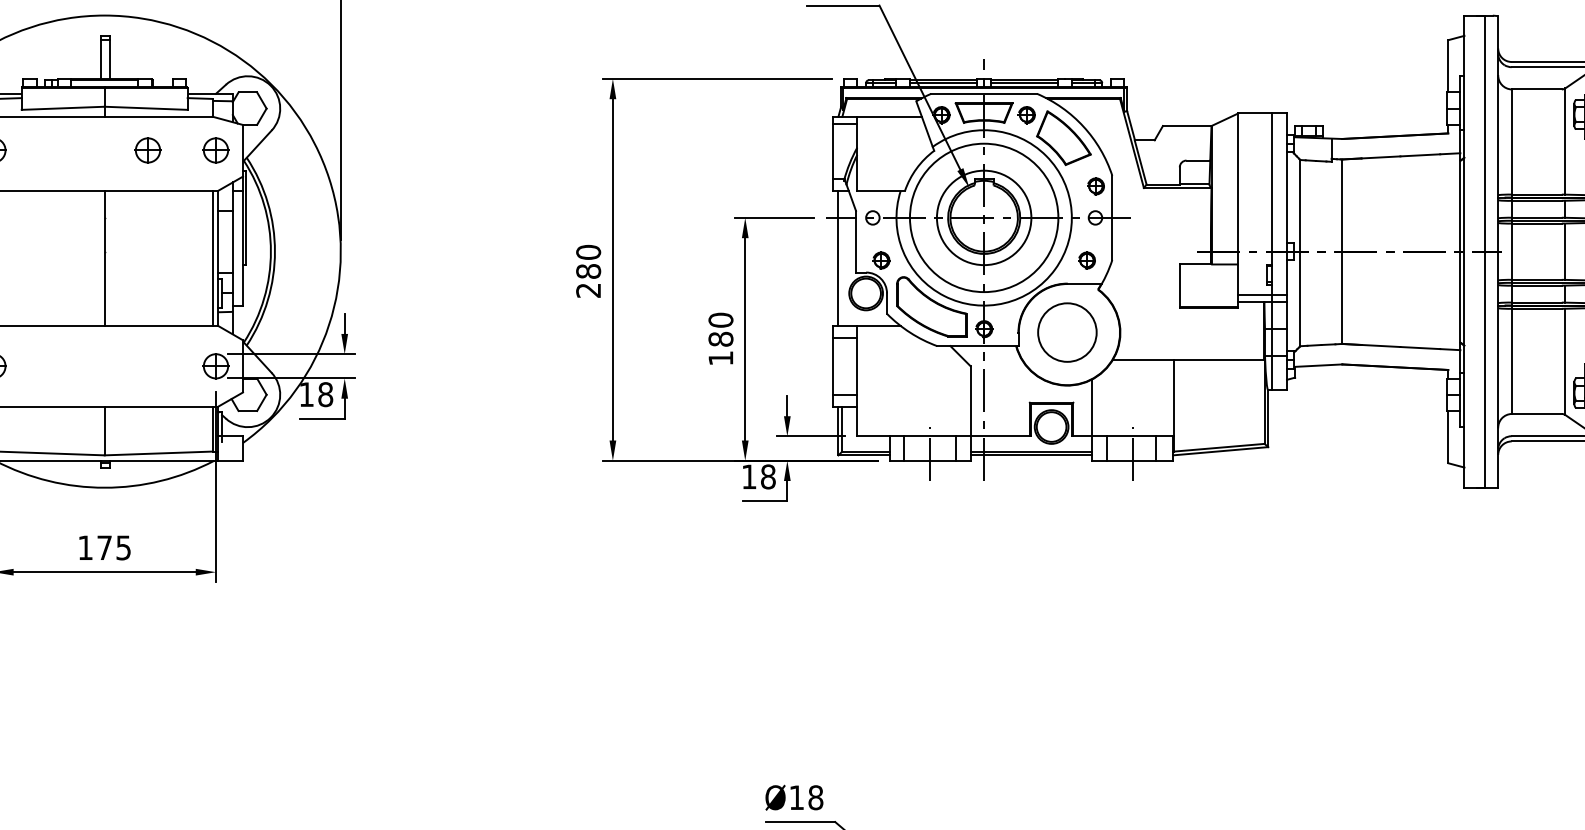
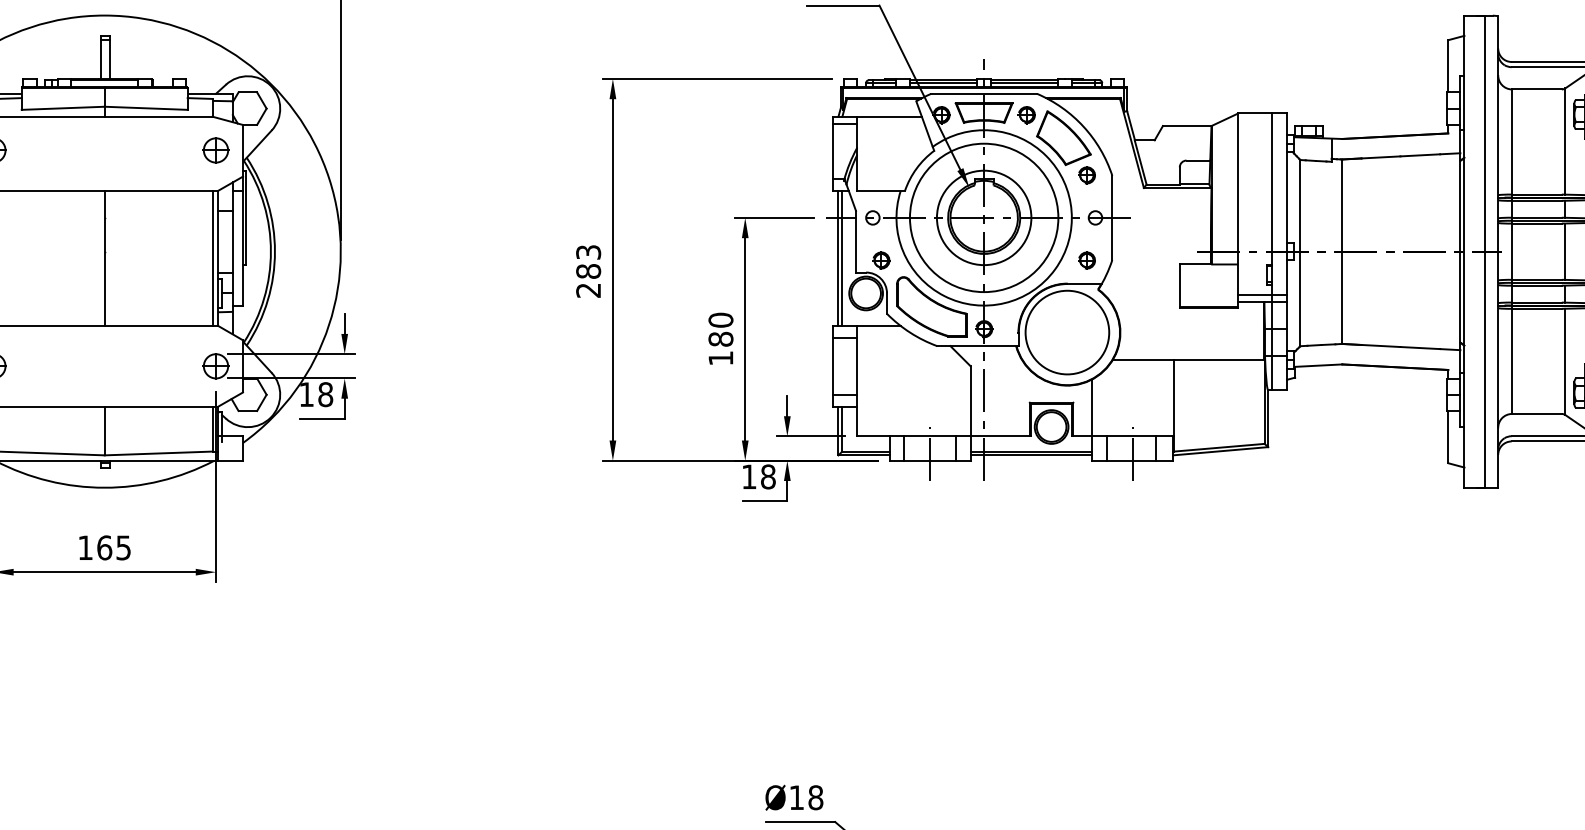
part at (147, 150): present -> none
part at (1095, 186) position: (1095, 186) -> (1086, 175)
text at (588, 251): 280 -> 283
line at (842, 257): none -> present
circle at (1067, 332) diameter: 59 px -> 84 px
text at (104, 547): 175 -> 165
